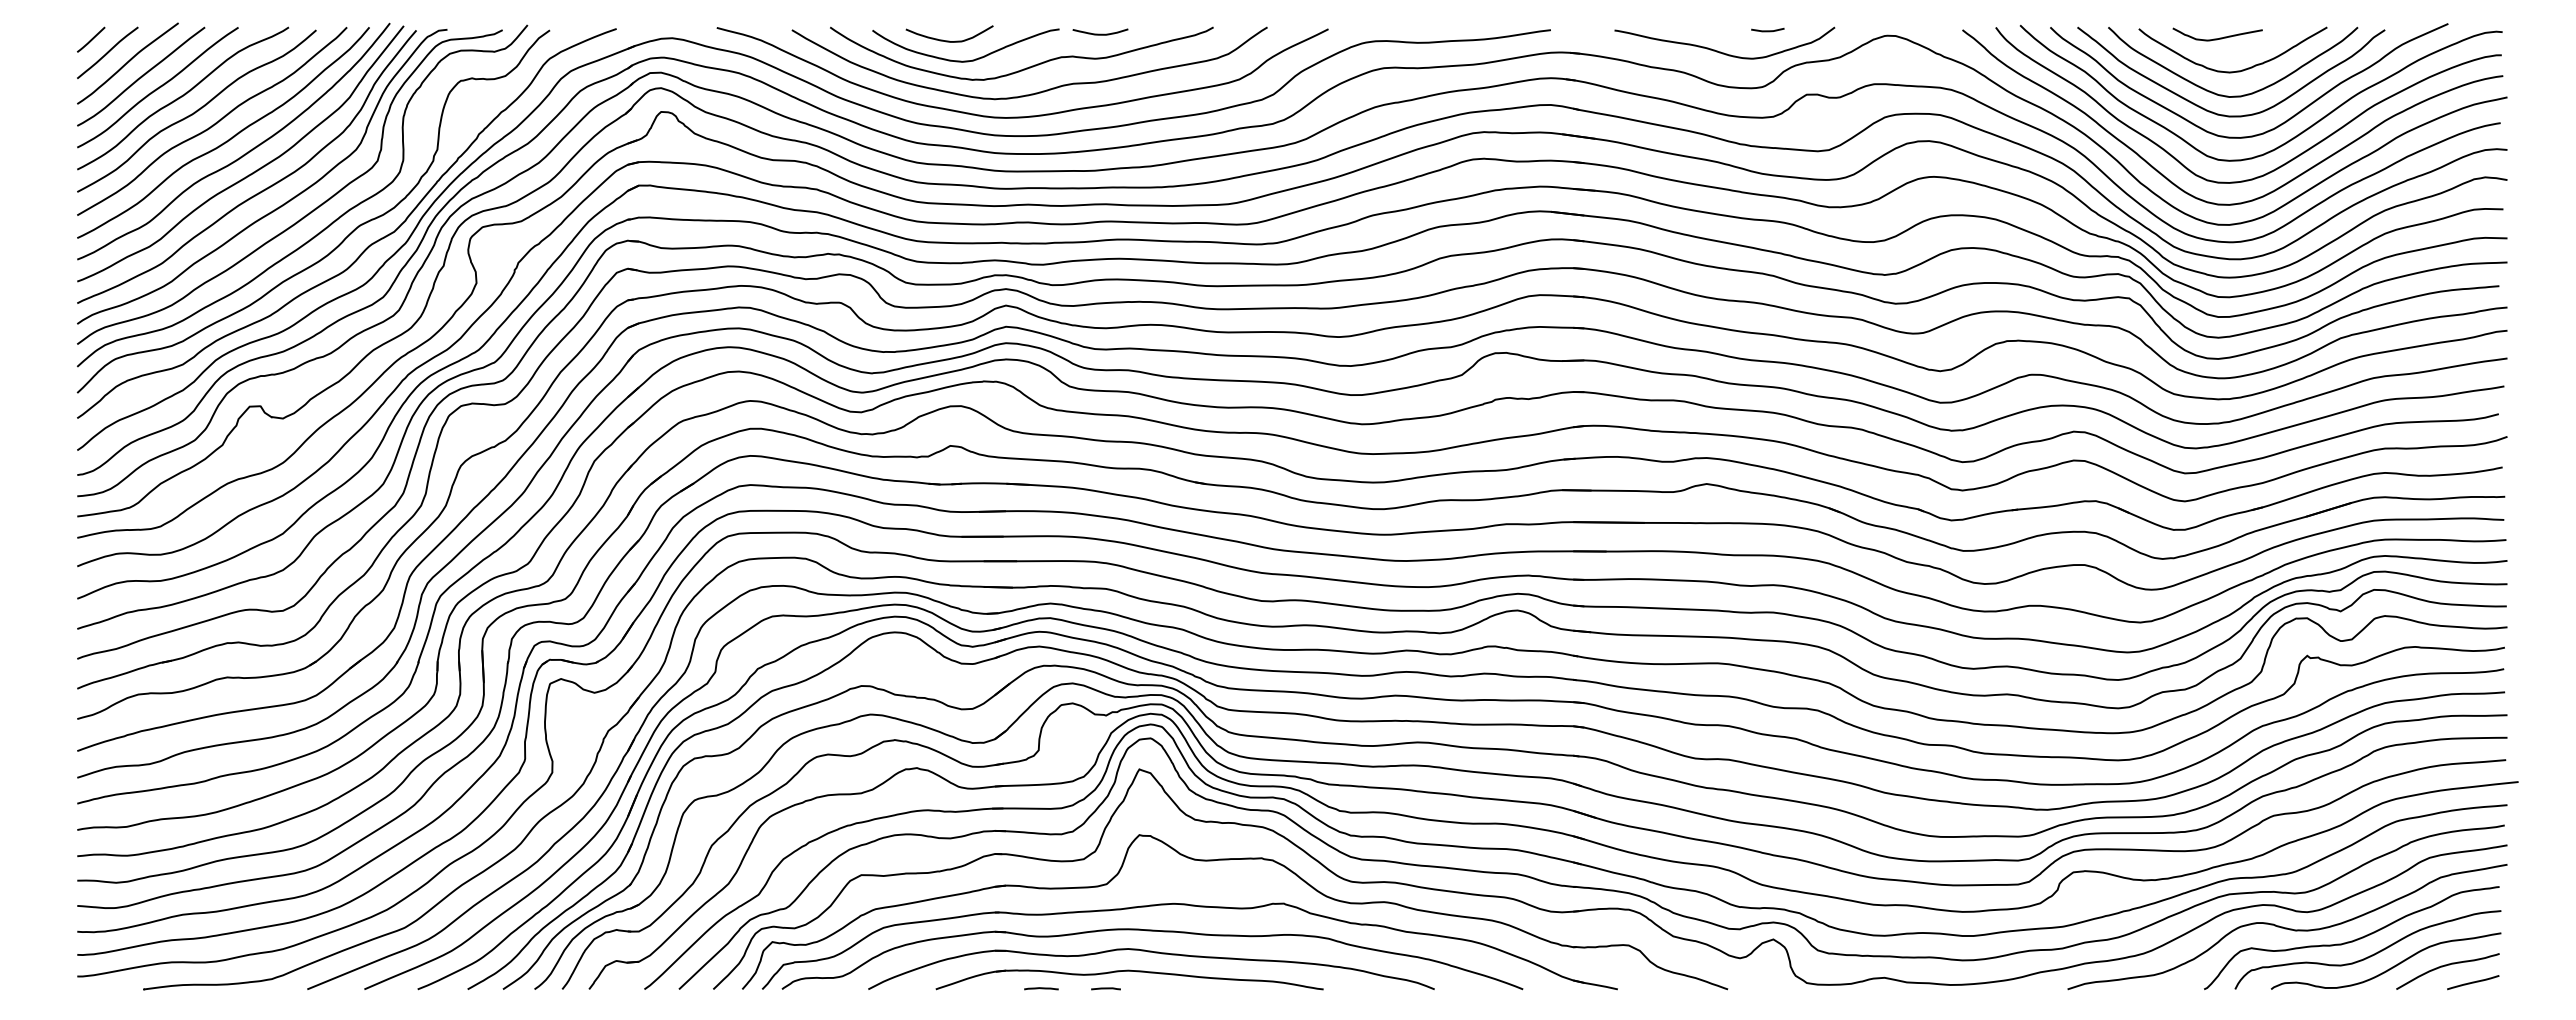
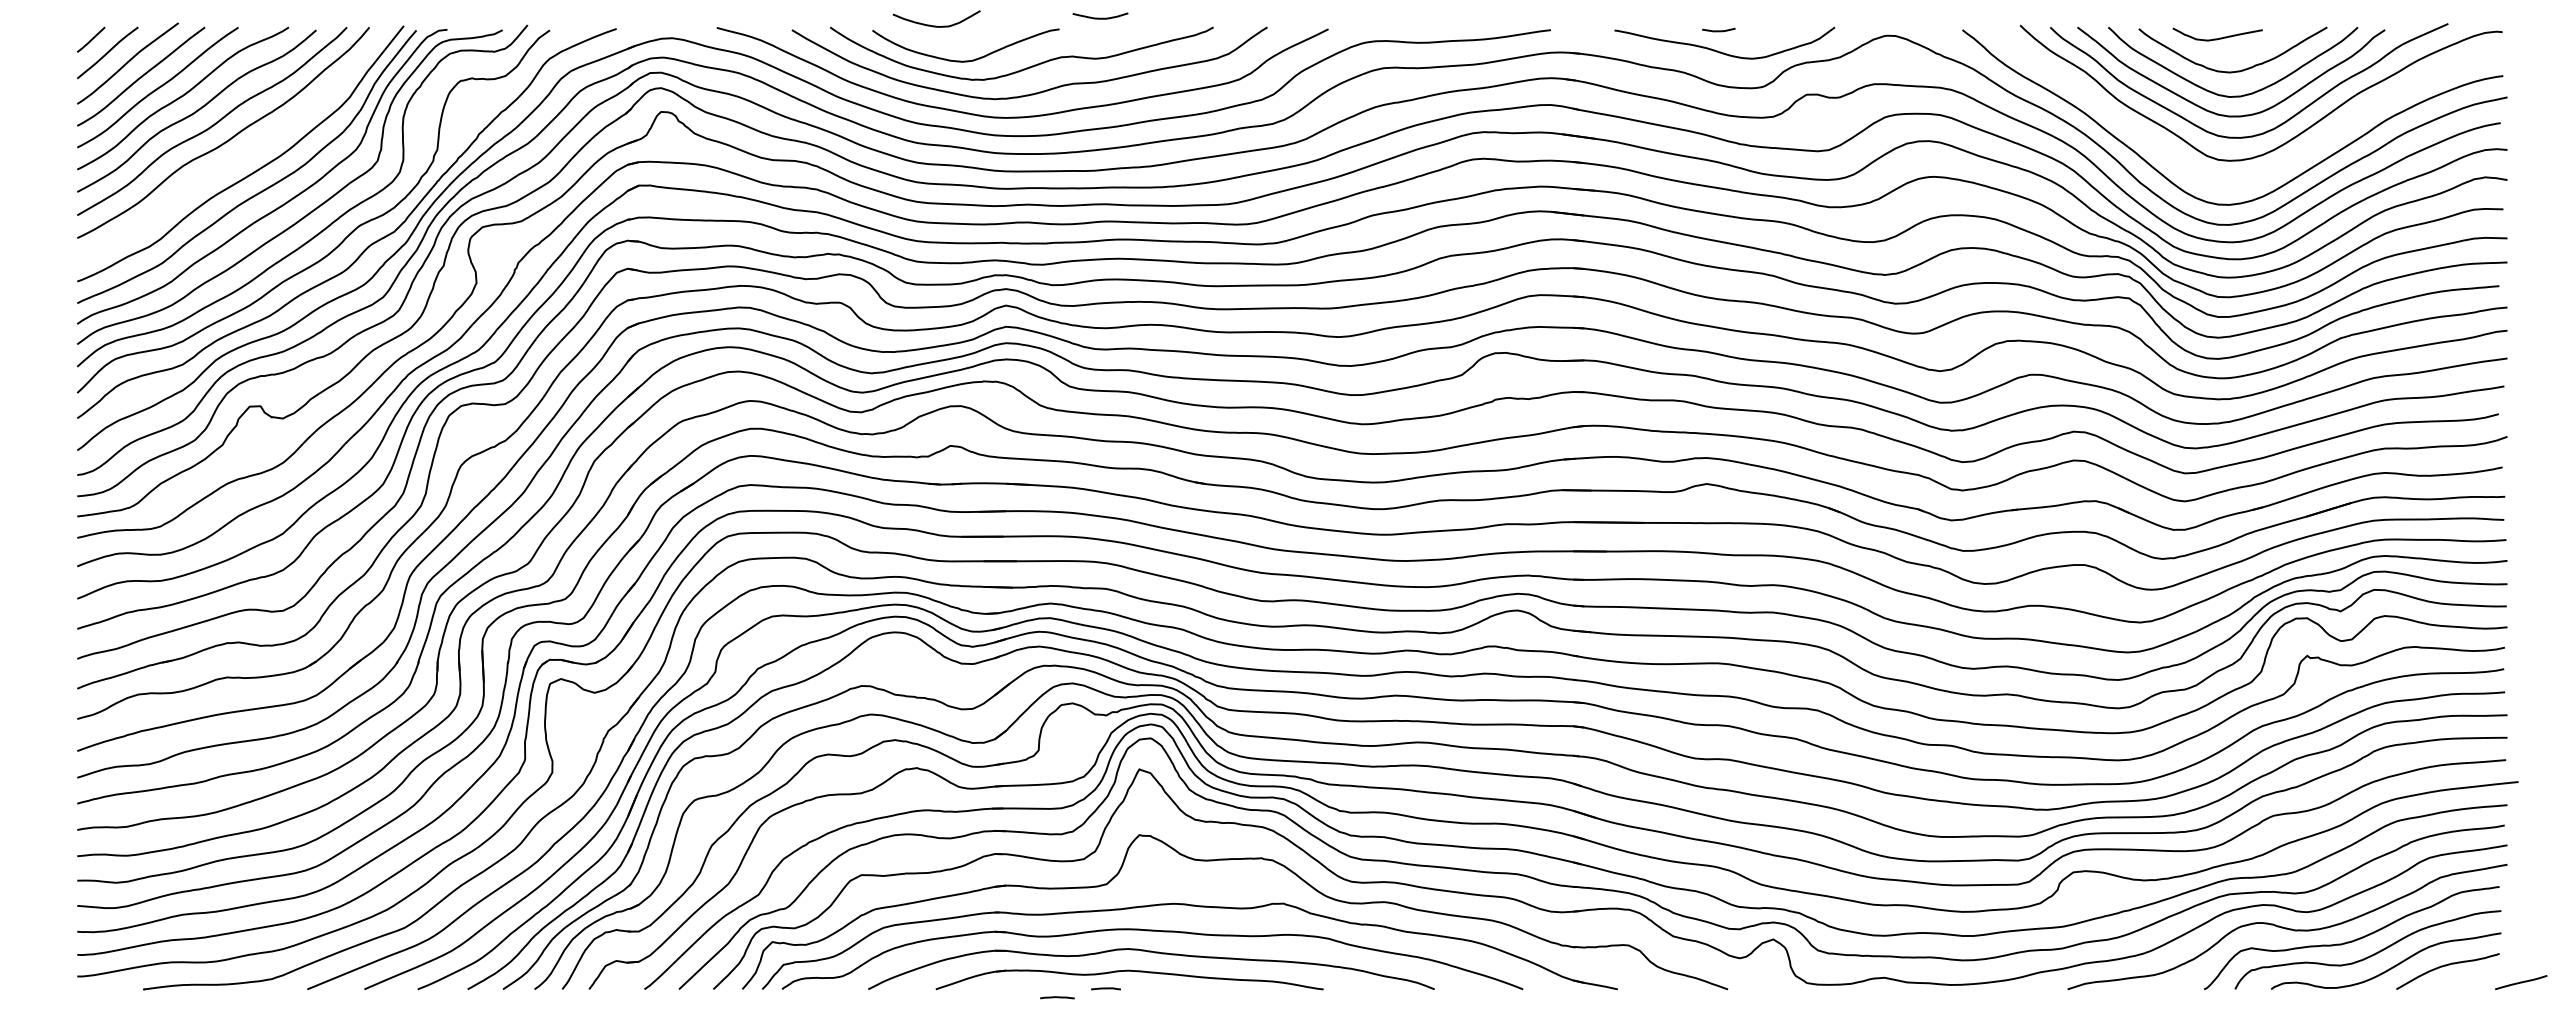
line at (1767, 30) position: (1767, 30) -> (1718, 30)
curve at (1100, 33) position: (1100, 33) -> (1100, 17)
curve at (949, 40) position: (949, 40) -> (936, 25)
curve at (244, 153): present -> none
curve at (2285, 162): present -> none
line at (2473, 982) position: (2473, 982) -> (2521, 982)
line at (1041, 988) position: (1041, 988) -> (1057, 997)
